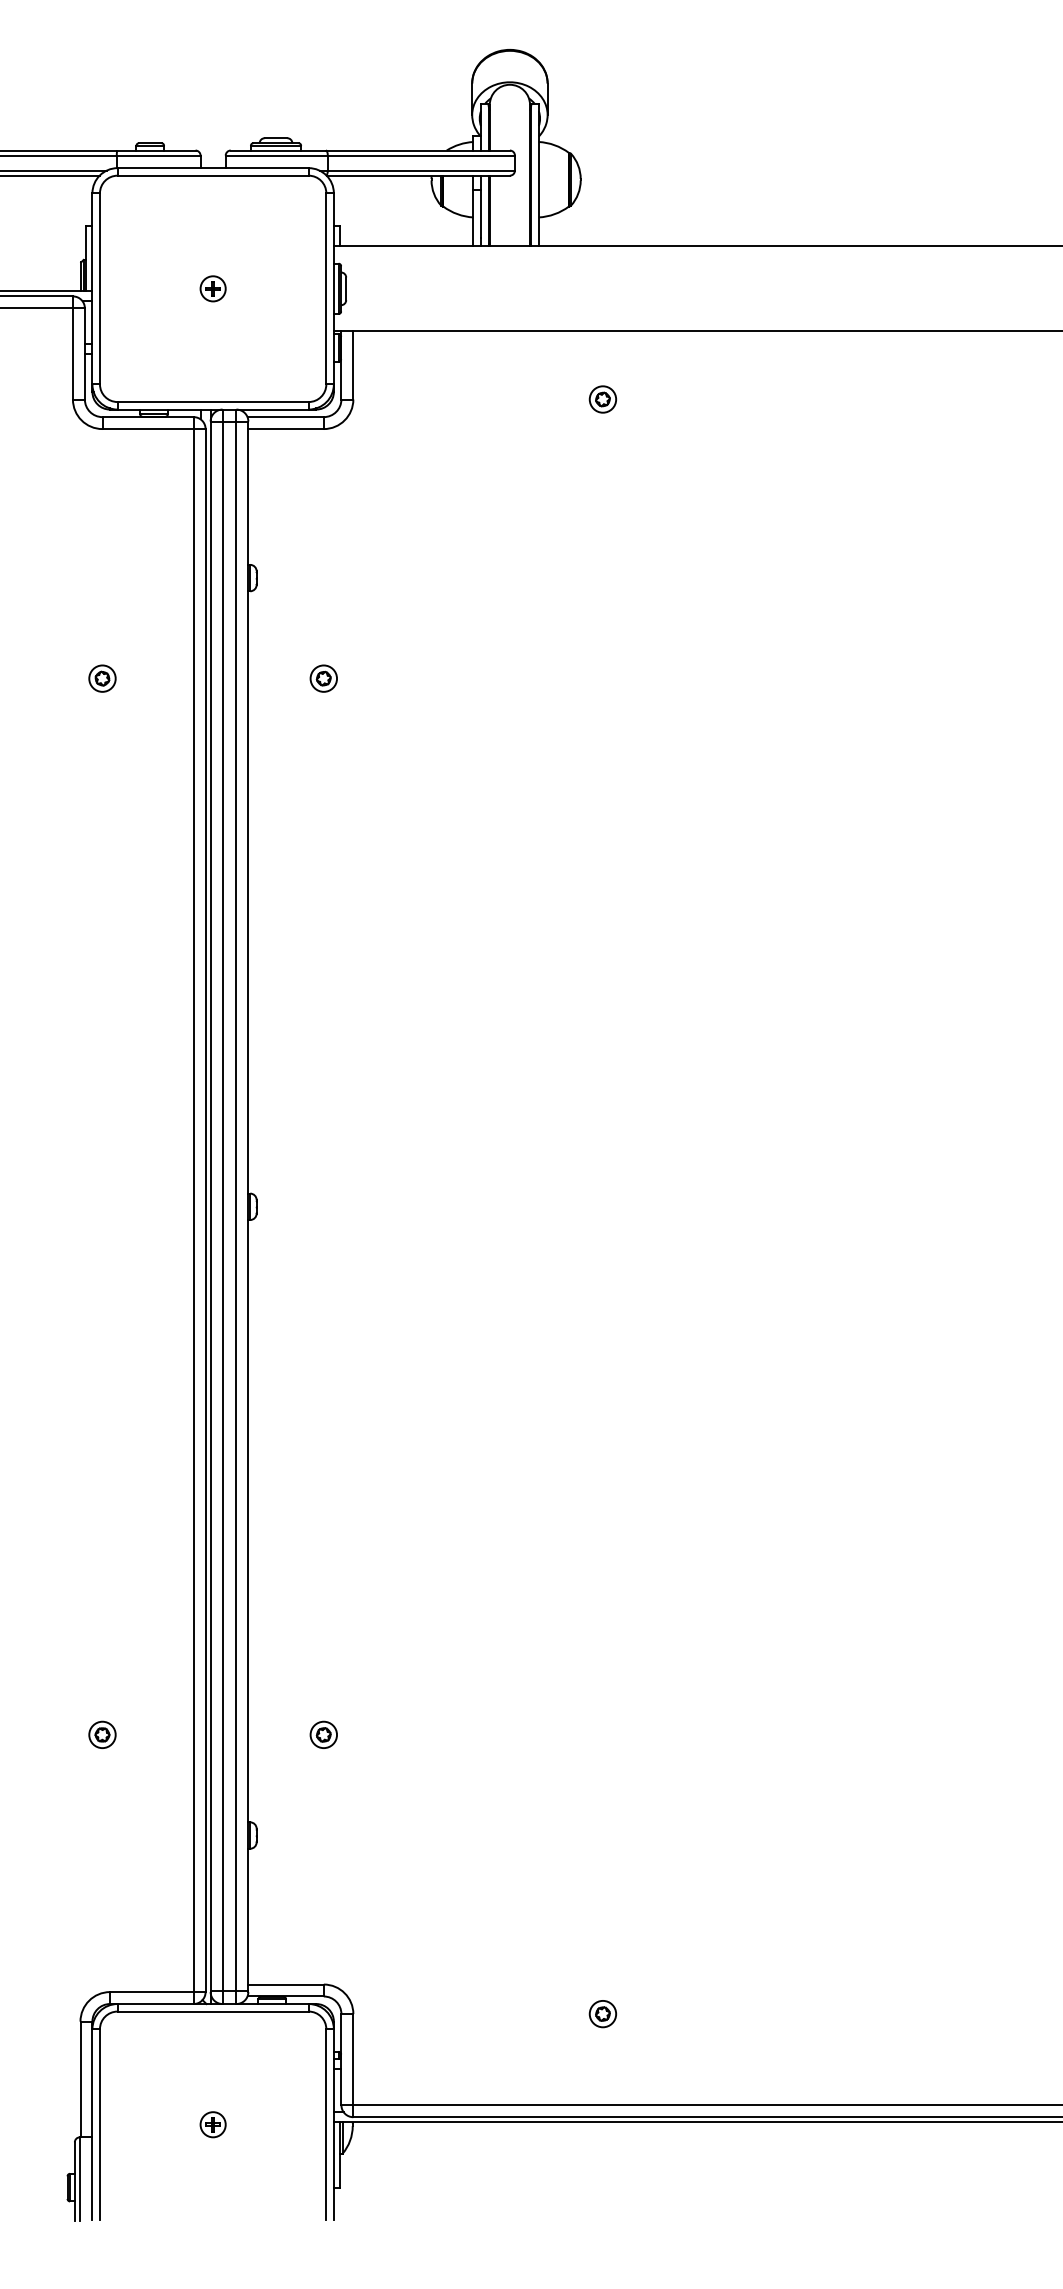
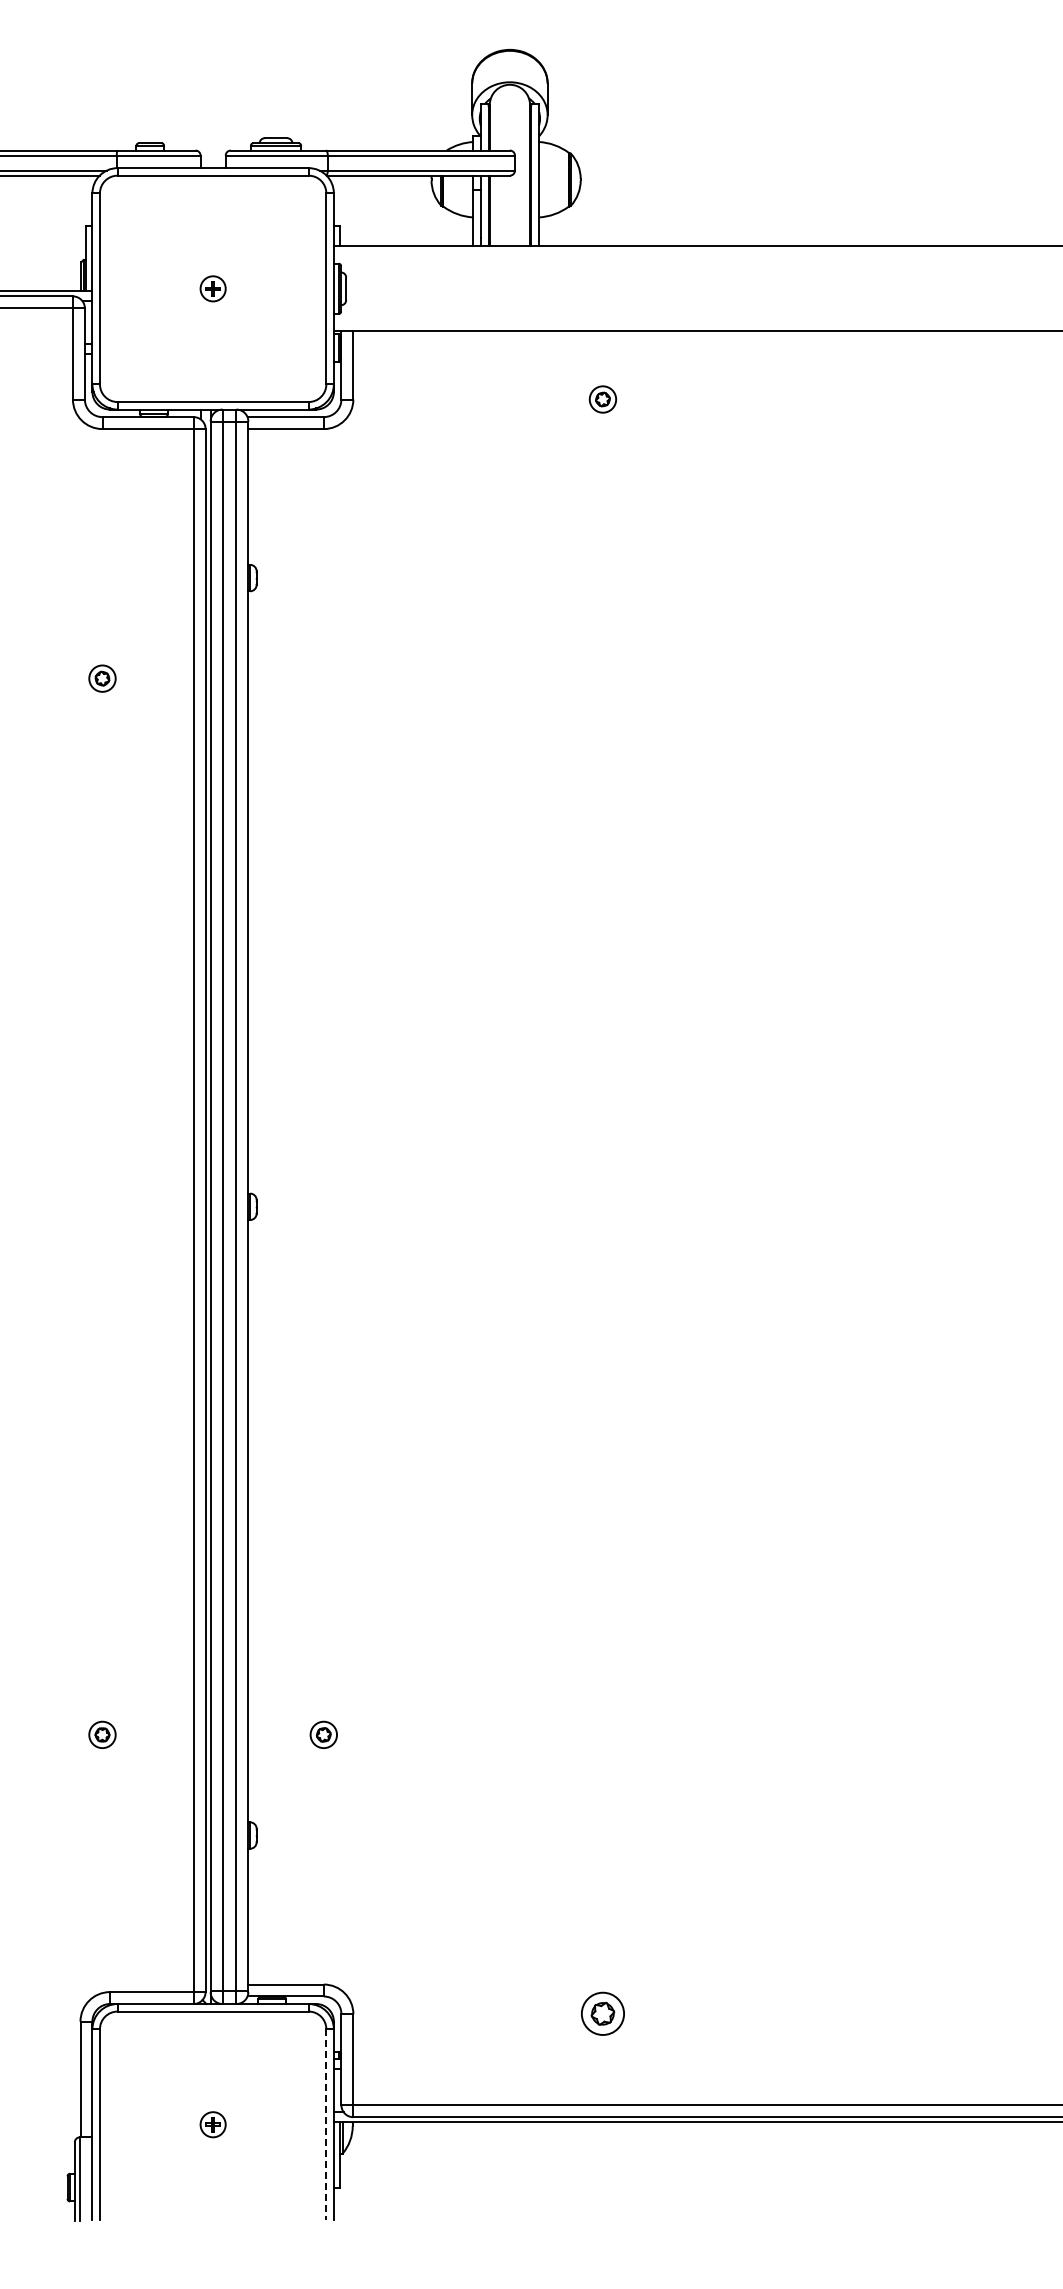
part at (323, 678): present -> none
part at (602, 2014) size: 30x29 px -> 44x45 px
line at (326, 2124): solid -> dashed
